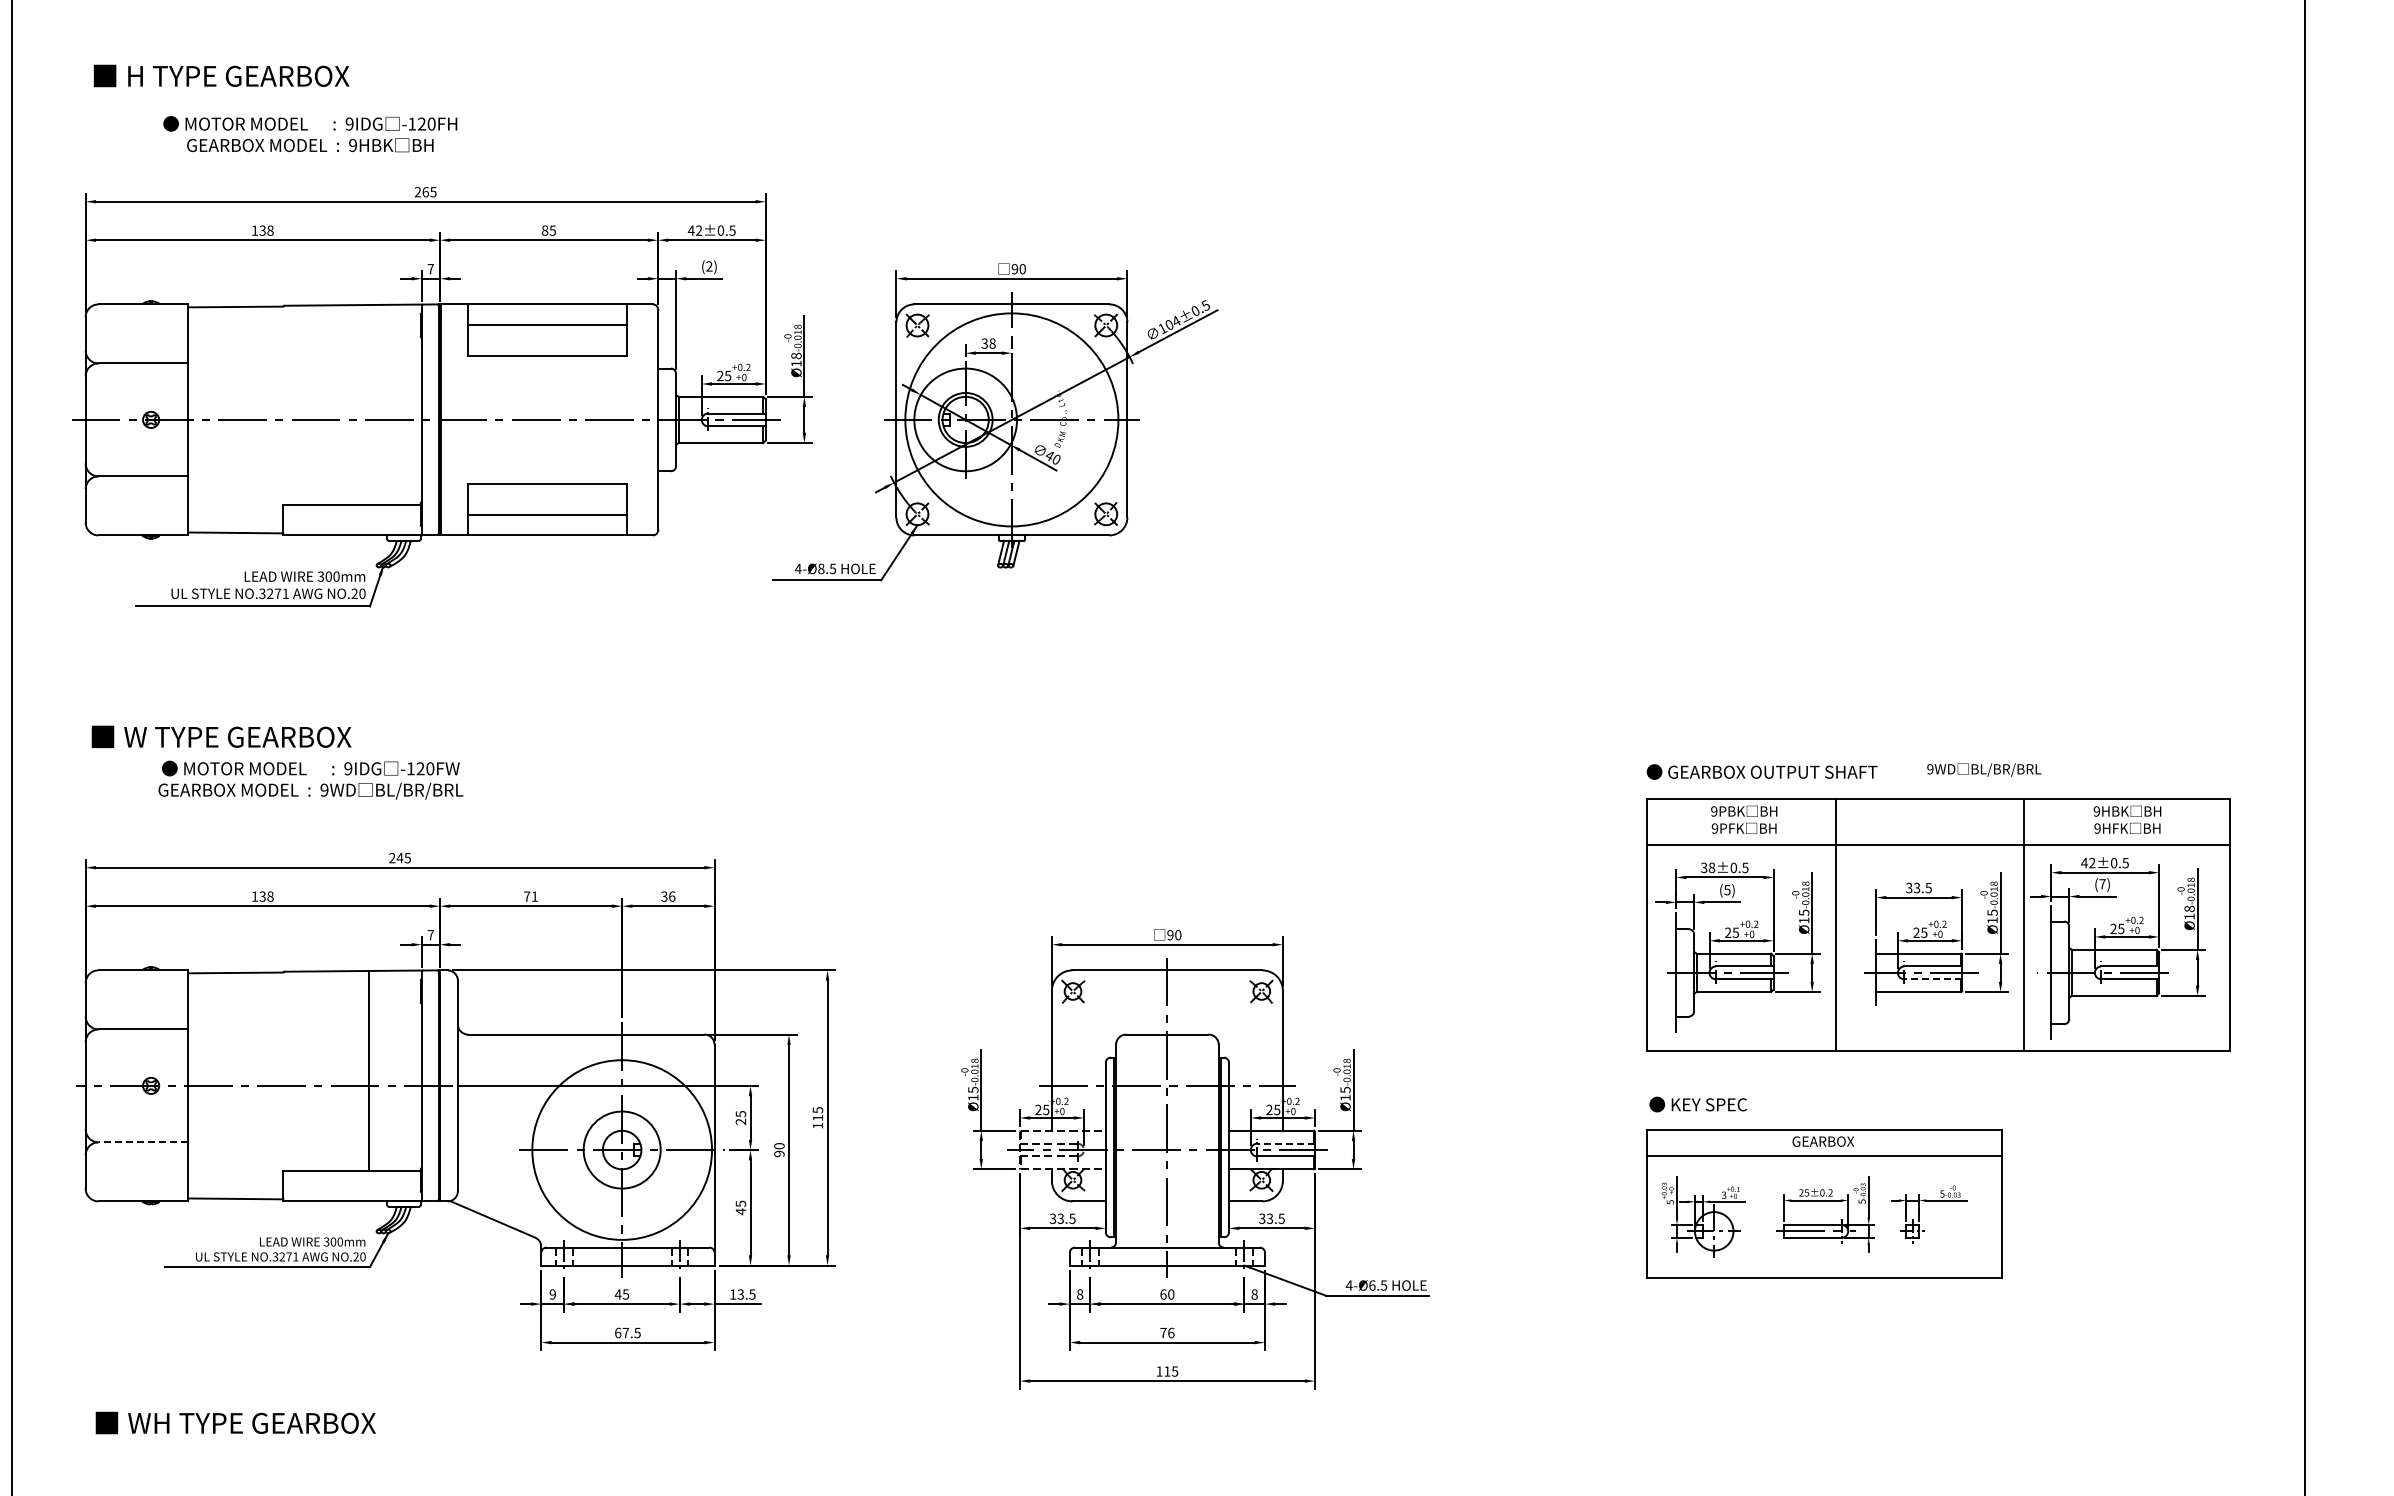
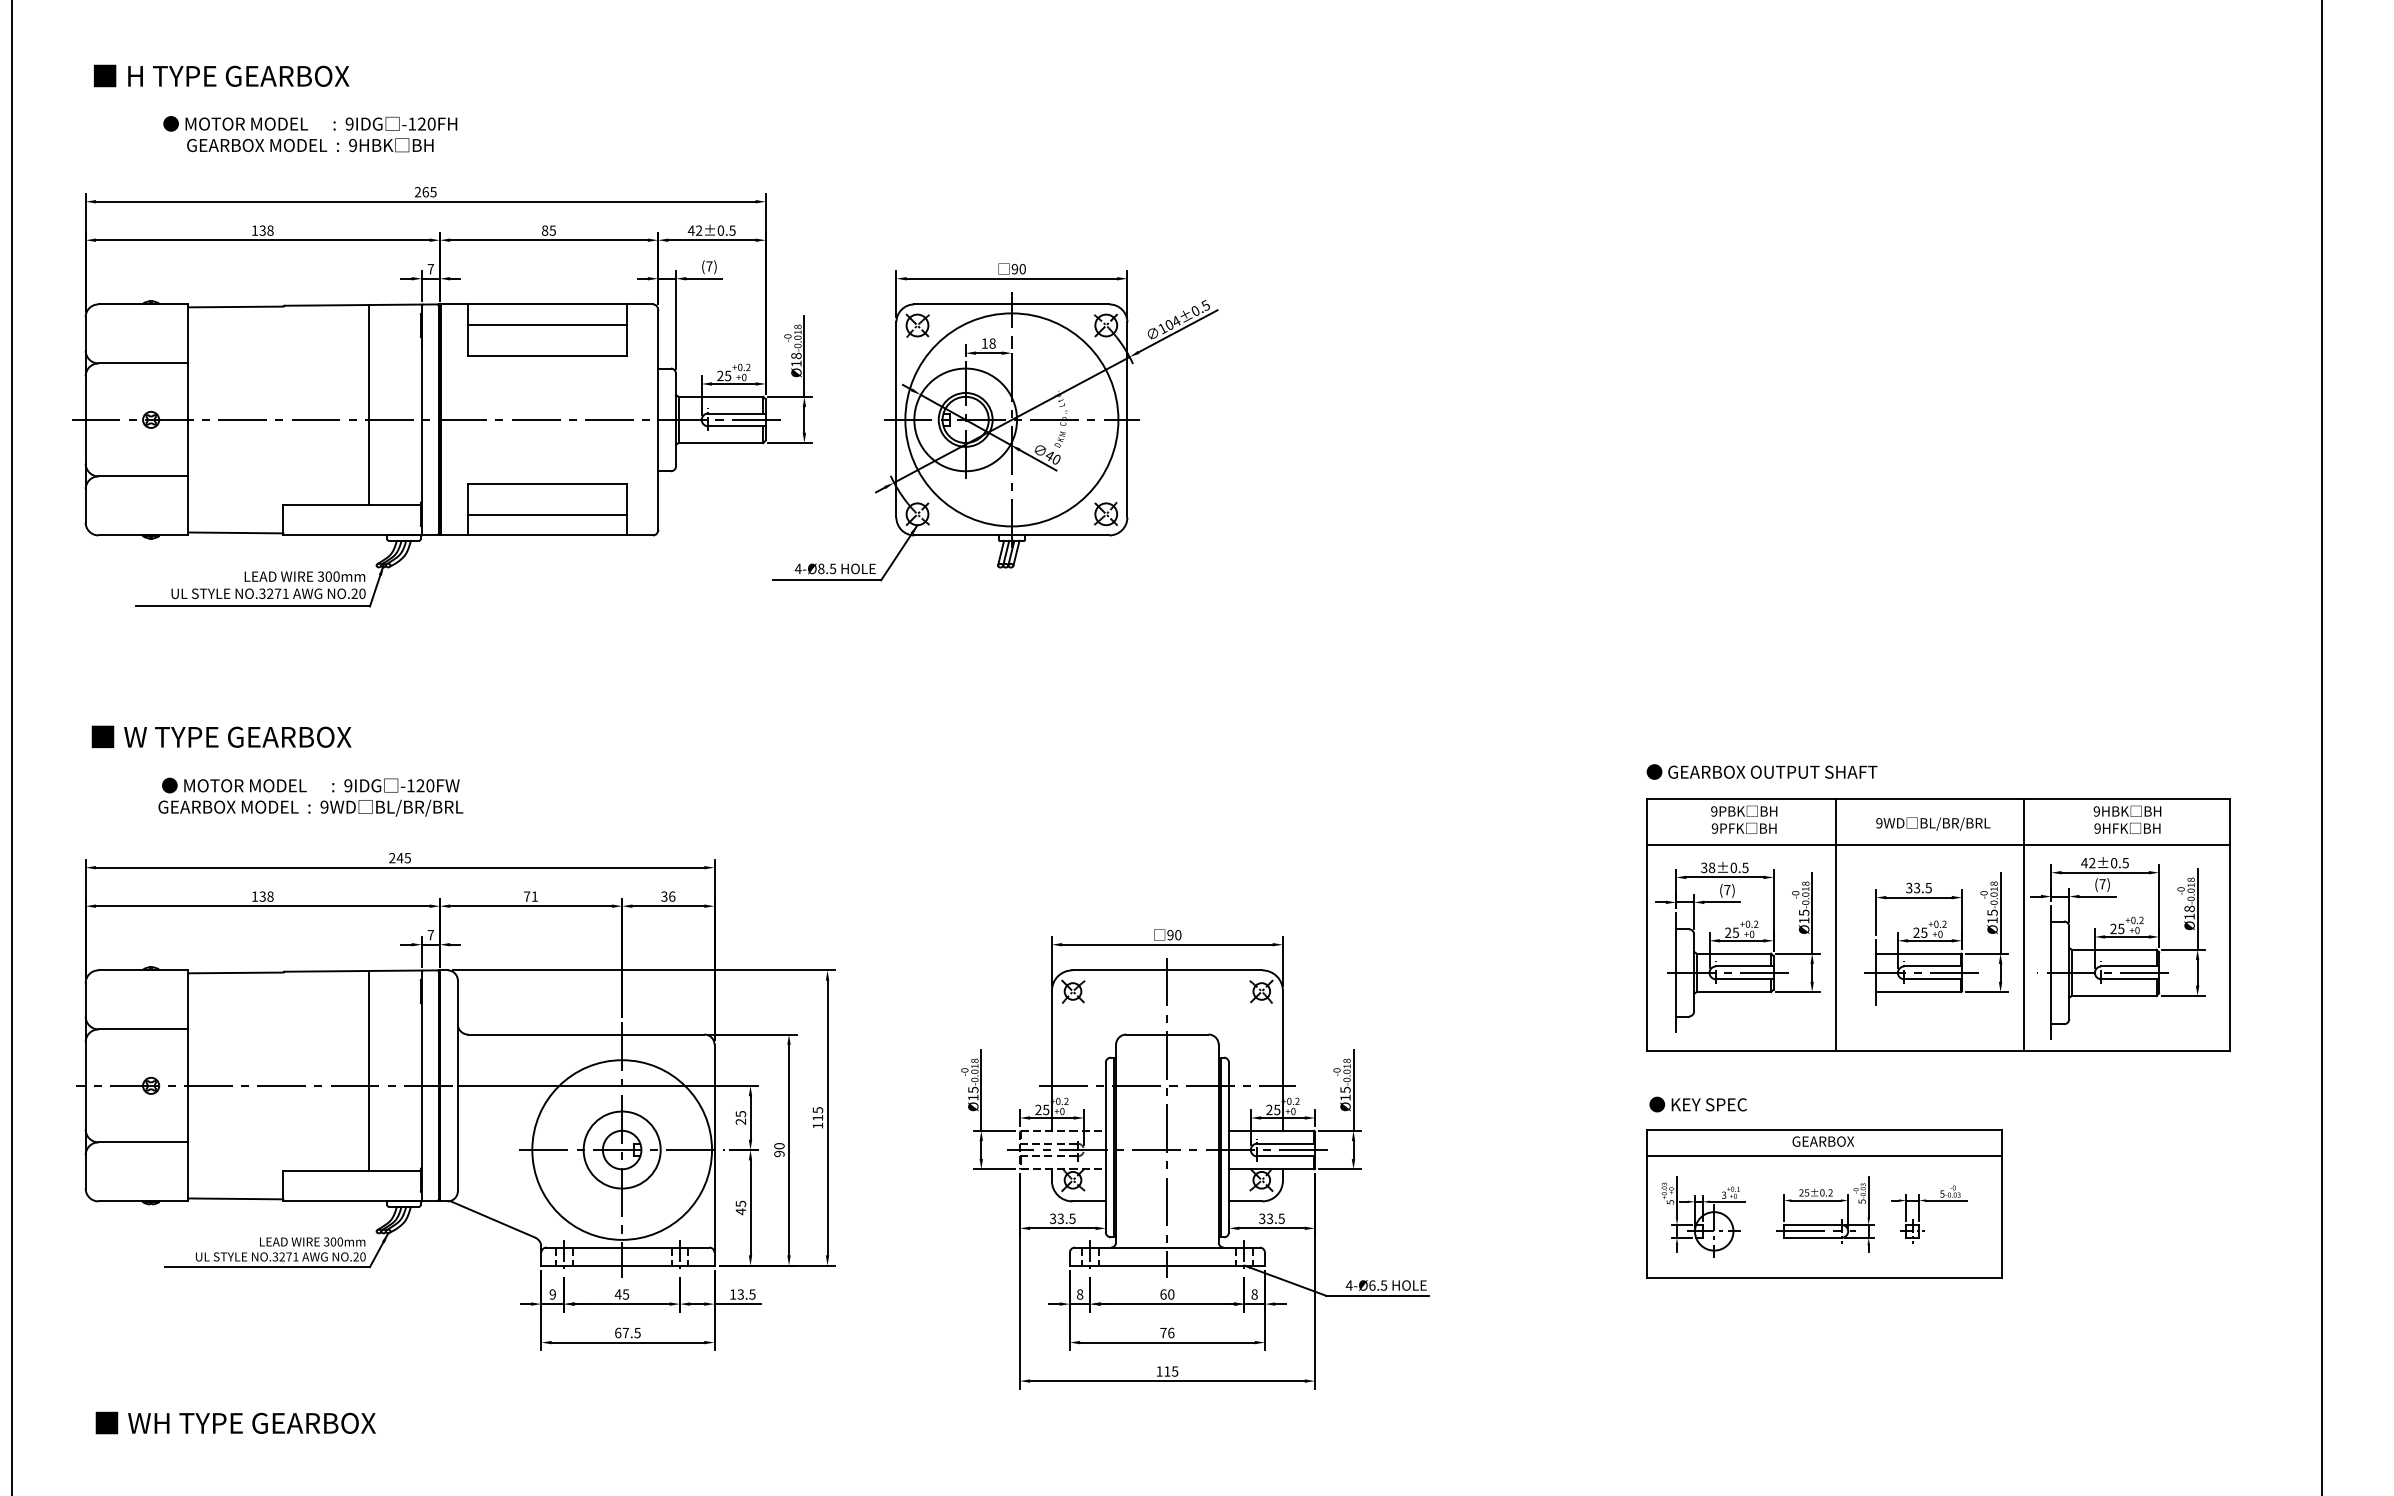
text at (709, 266): (2) -> (7)
text at (984, 343): 38 -> 18
line at (369, 405): none -> present
line at (2305, 747) position: (2305, 747) -> (2322, 747)
text at (1984, 769) position: (1984, 769) -> (1933, 823)
text at (310, 779) position: (310, 779) -> (310, 796)
text at (1727, 890): (5) -> (7)
line at (1933, 979): dashed -> solid
line at (143, 1142): dashed -> solid
line at (1286, 1143): dashed -> solid
